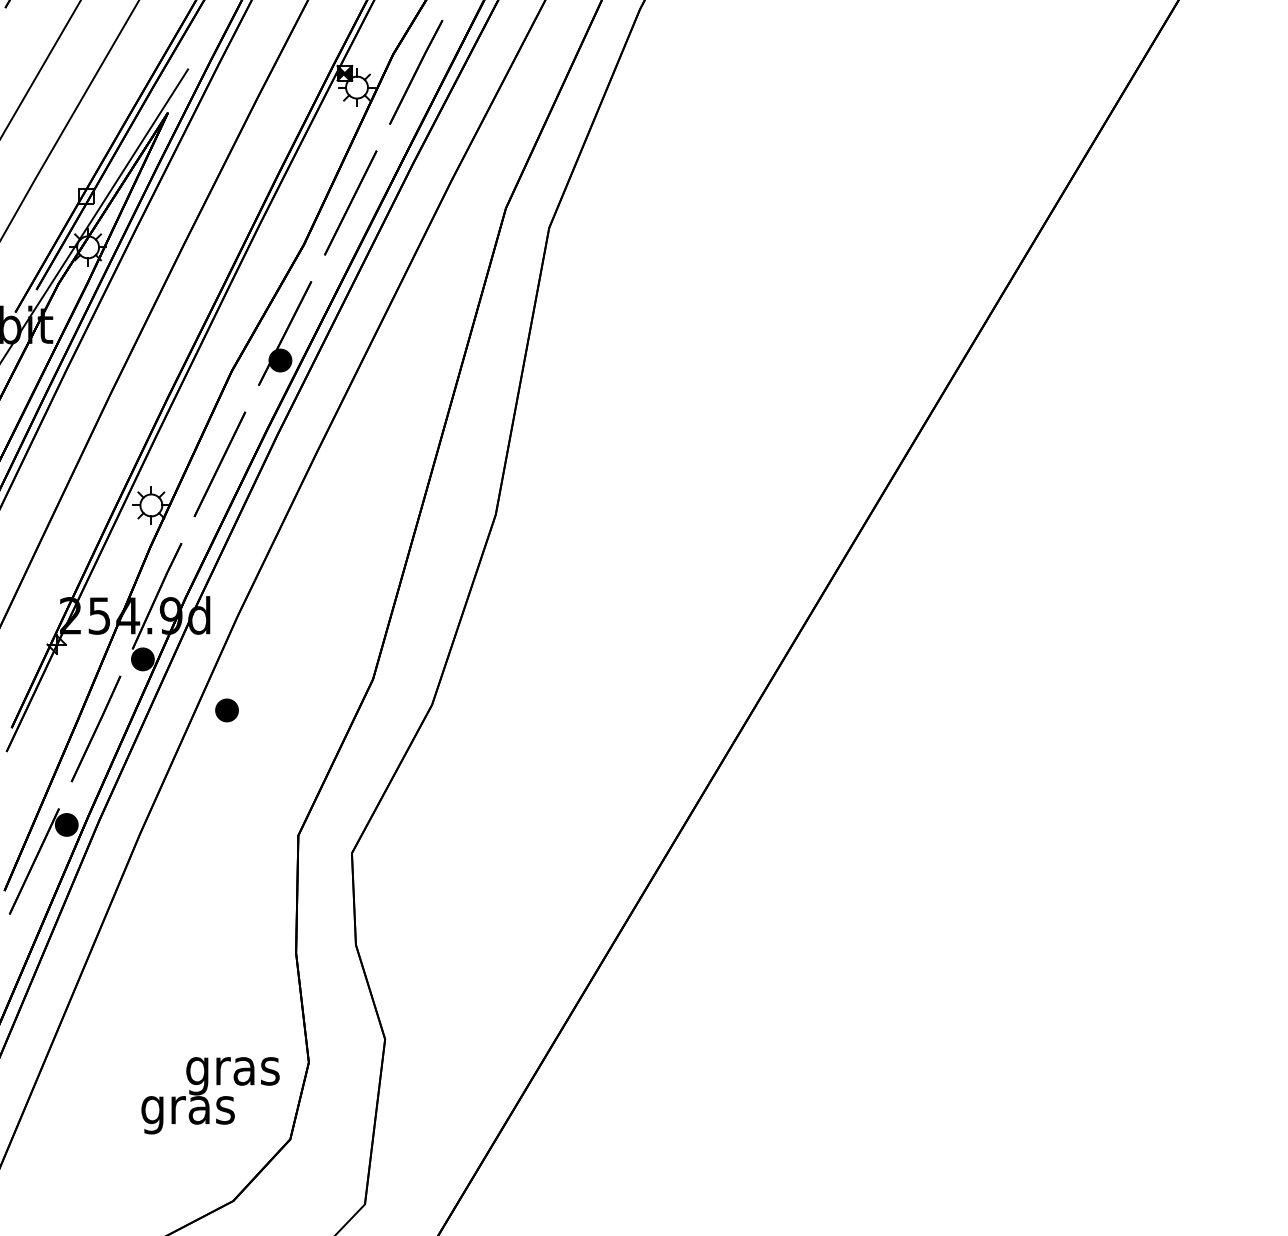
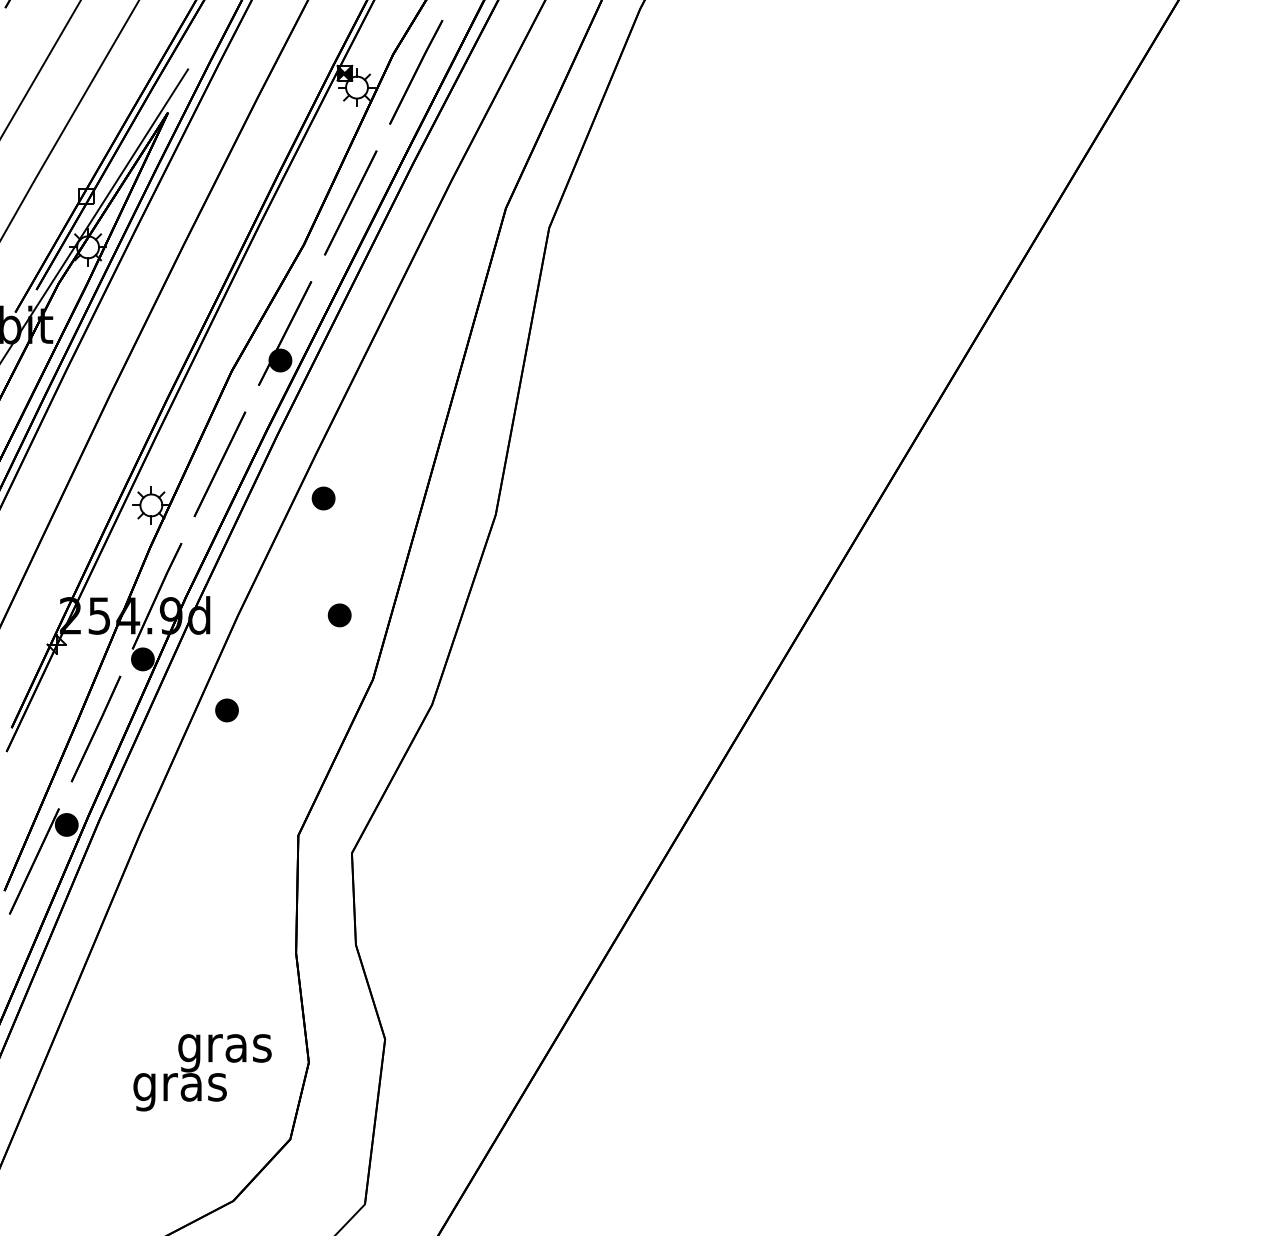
part at (323, 498): none -> present
part at (339, 615): none -> present
text at (210, 1095) position: (210, 1095) -> (202, 1072)
